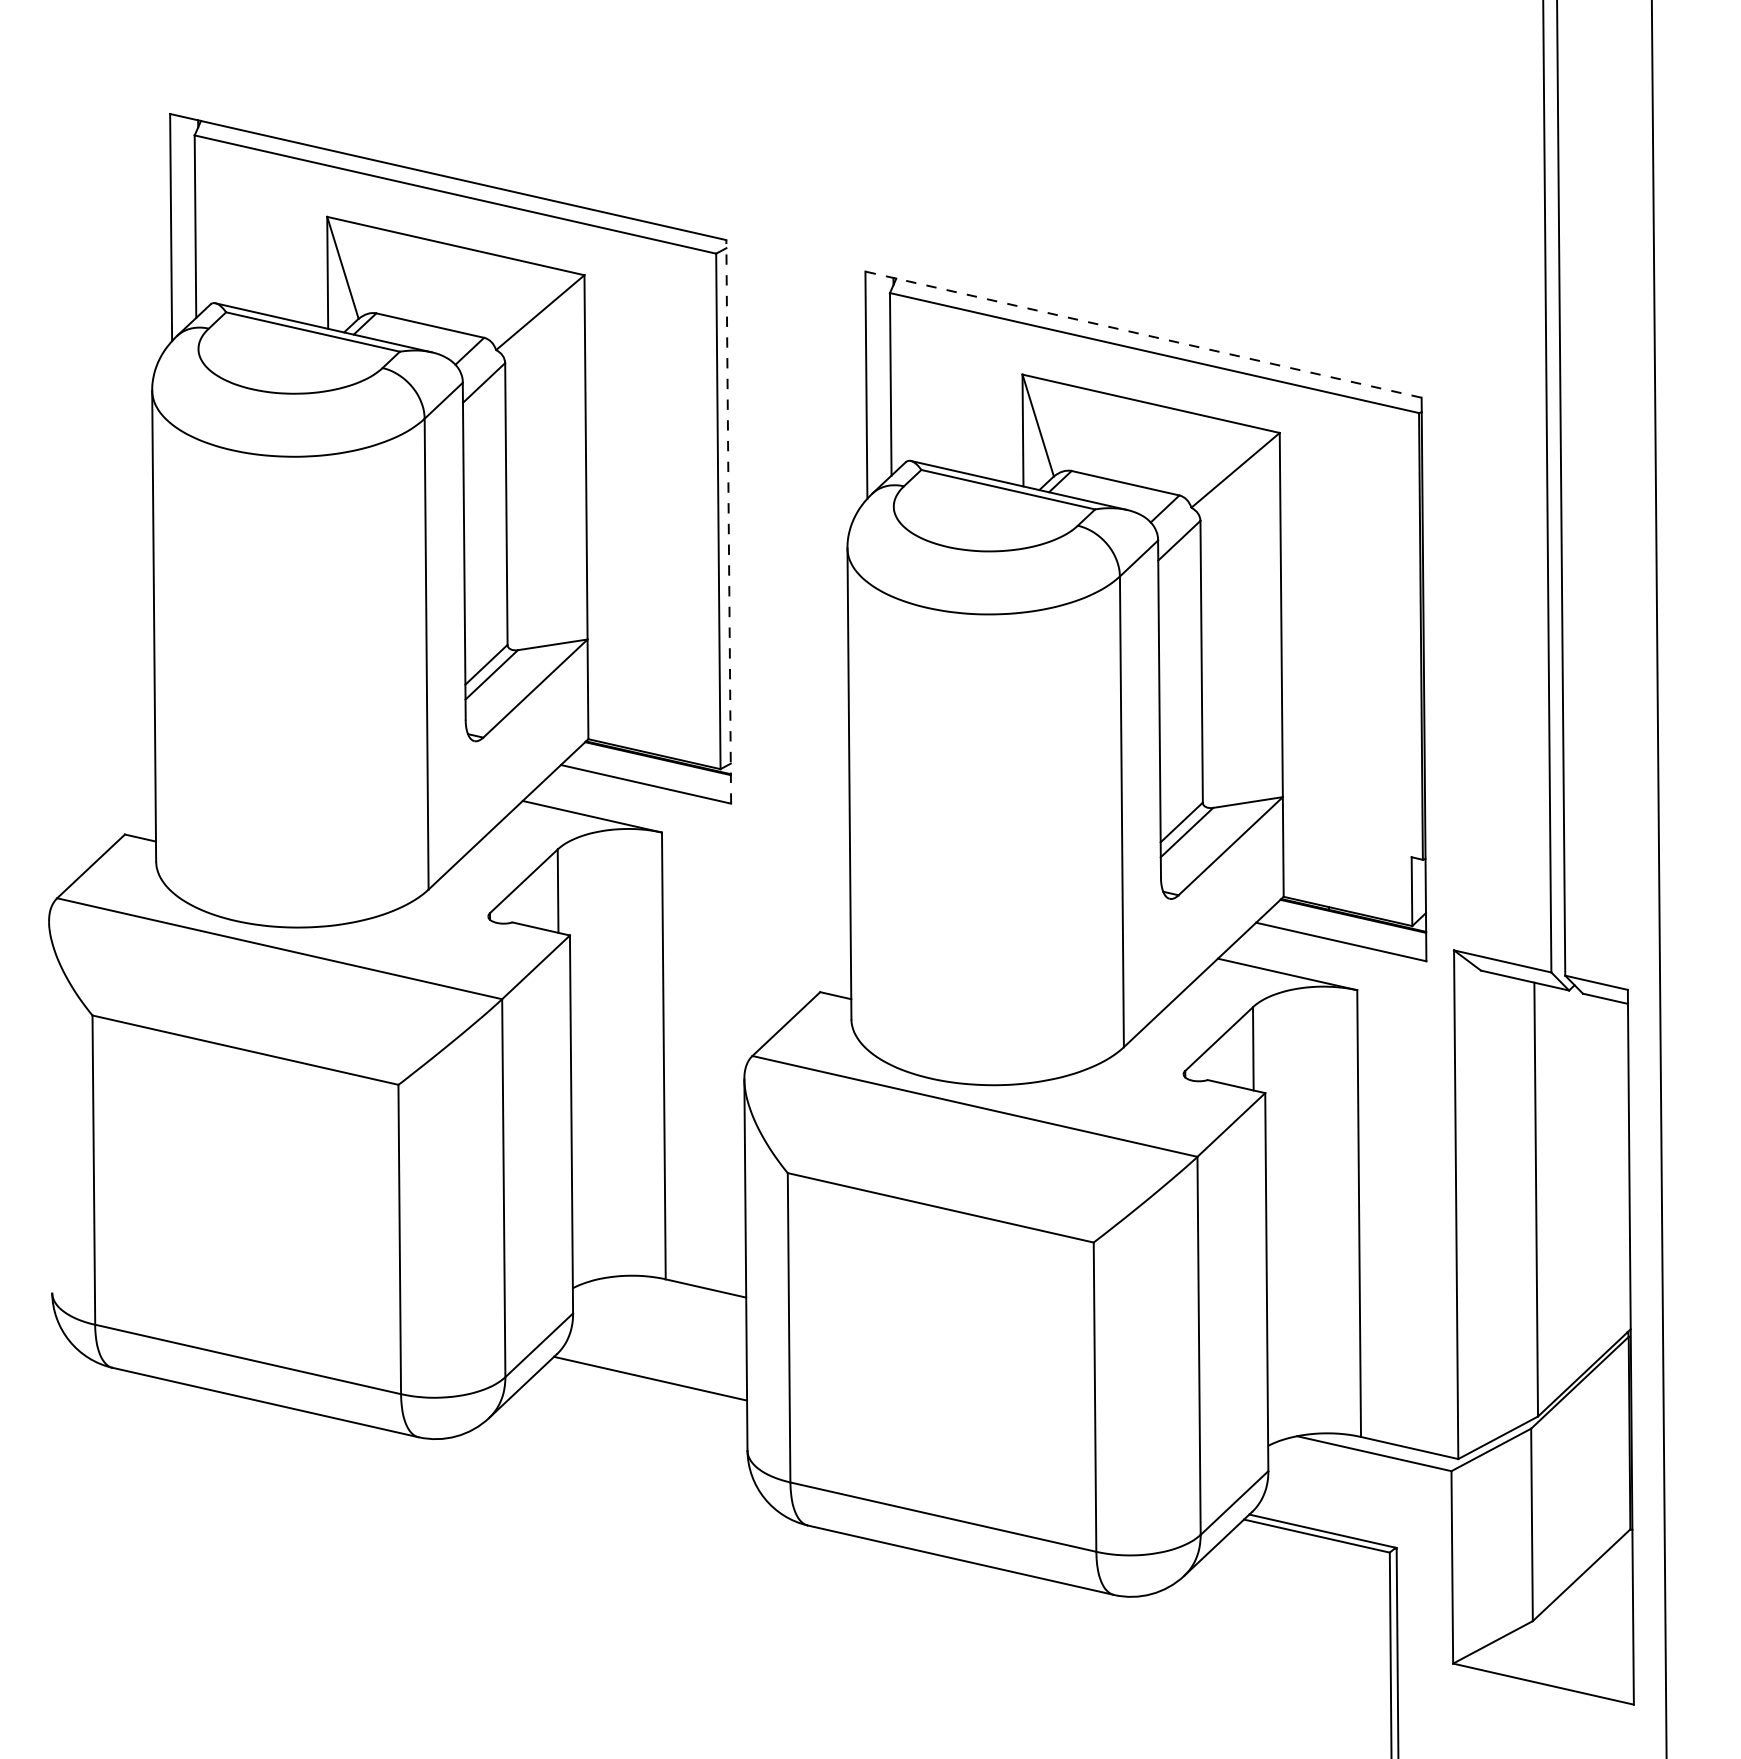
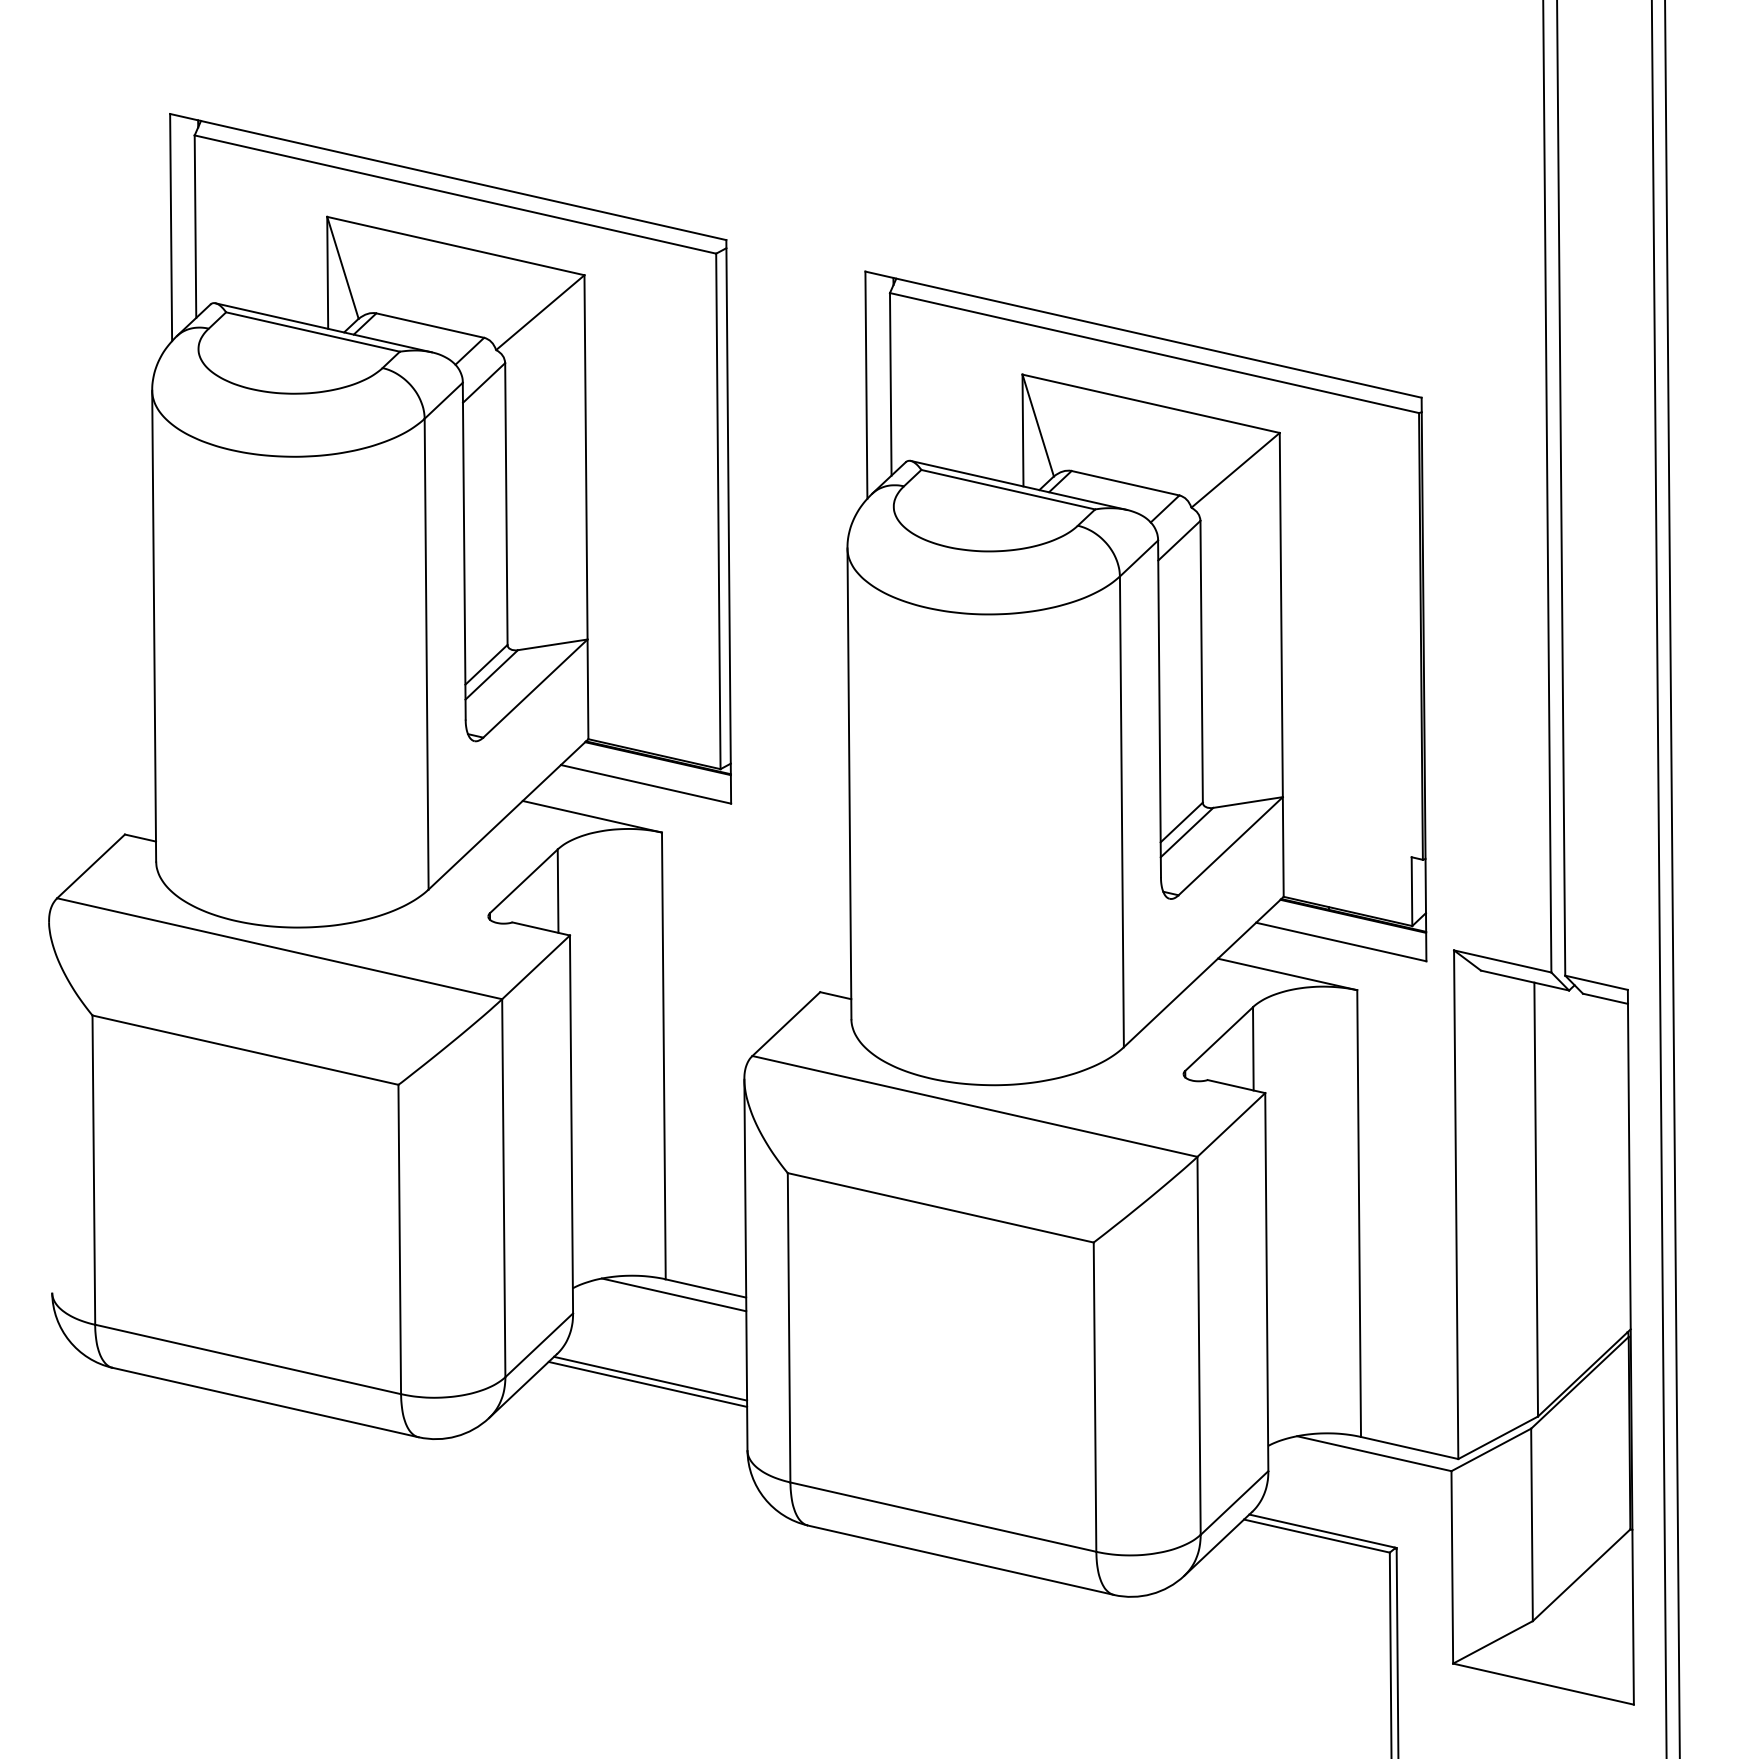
line at (1143, 334): dashed -> solid
line at (728, 521): dashed -> solid
line at (1672, 878): none -> present
line at (673, 1294): none -> present
line at (647, 1383): none -> present
